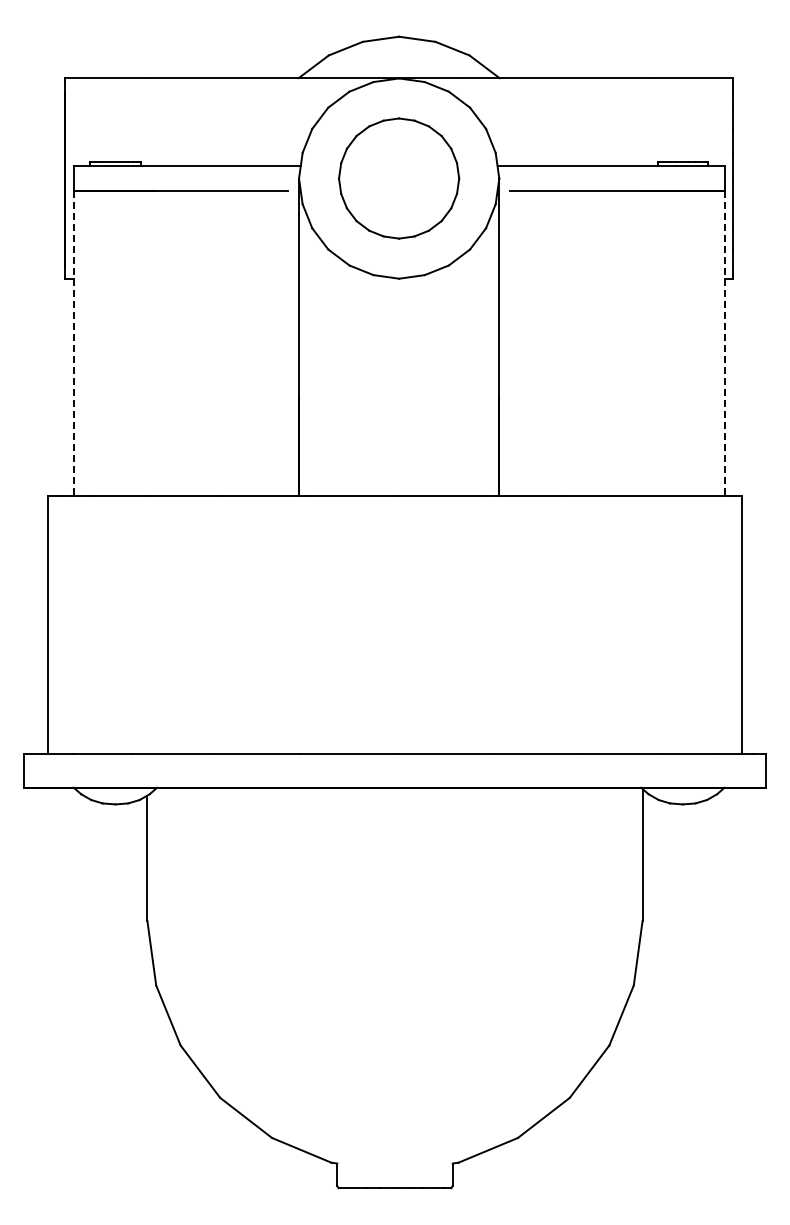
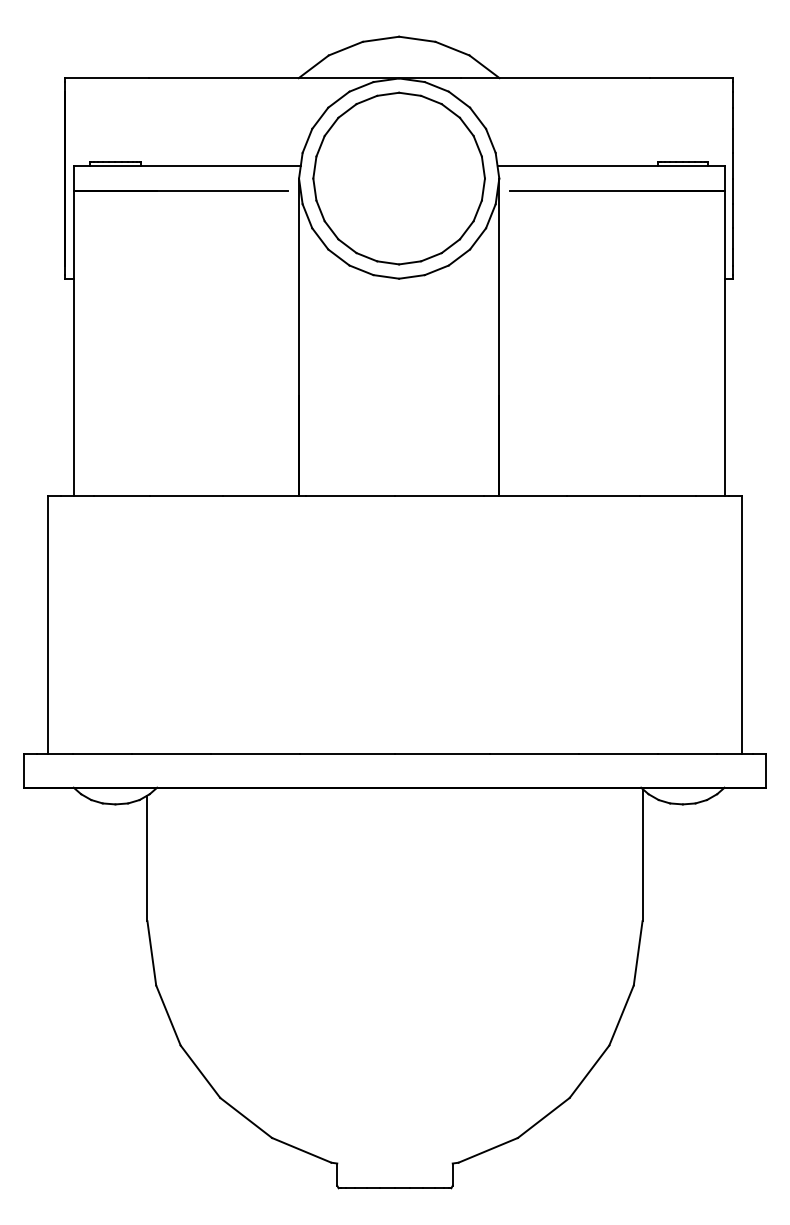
part at (399, 178) size: 123x123 px -> 174x175 px
line at (73, 343): dashed -> solid
line at (724, 343): dashed -> solid
